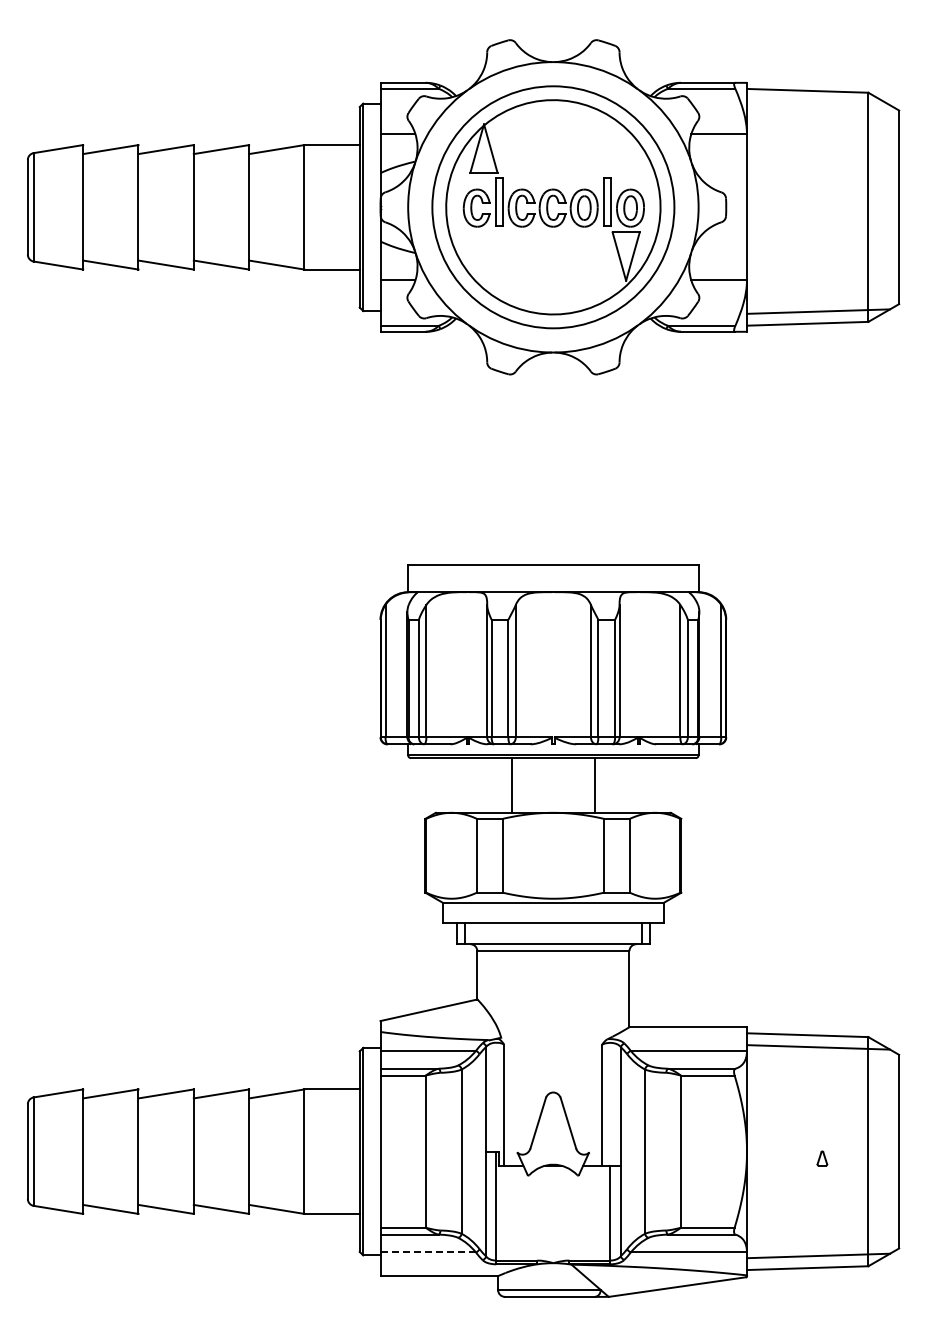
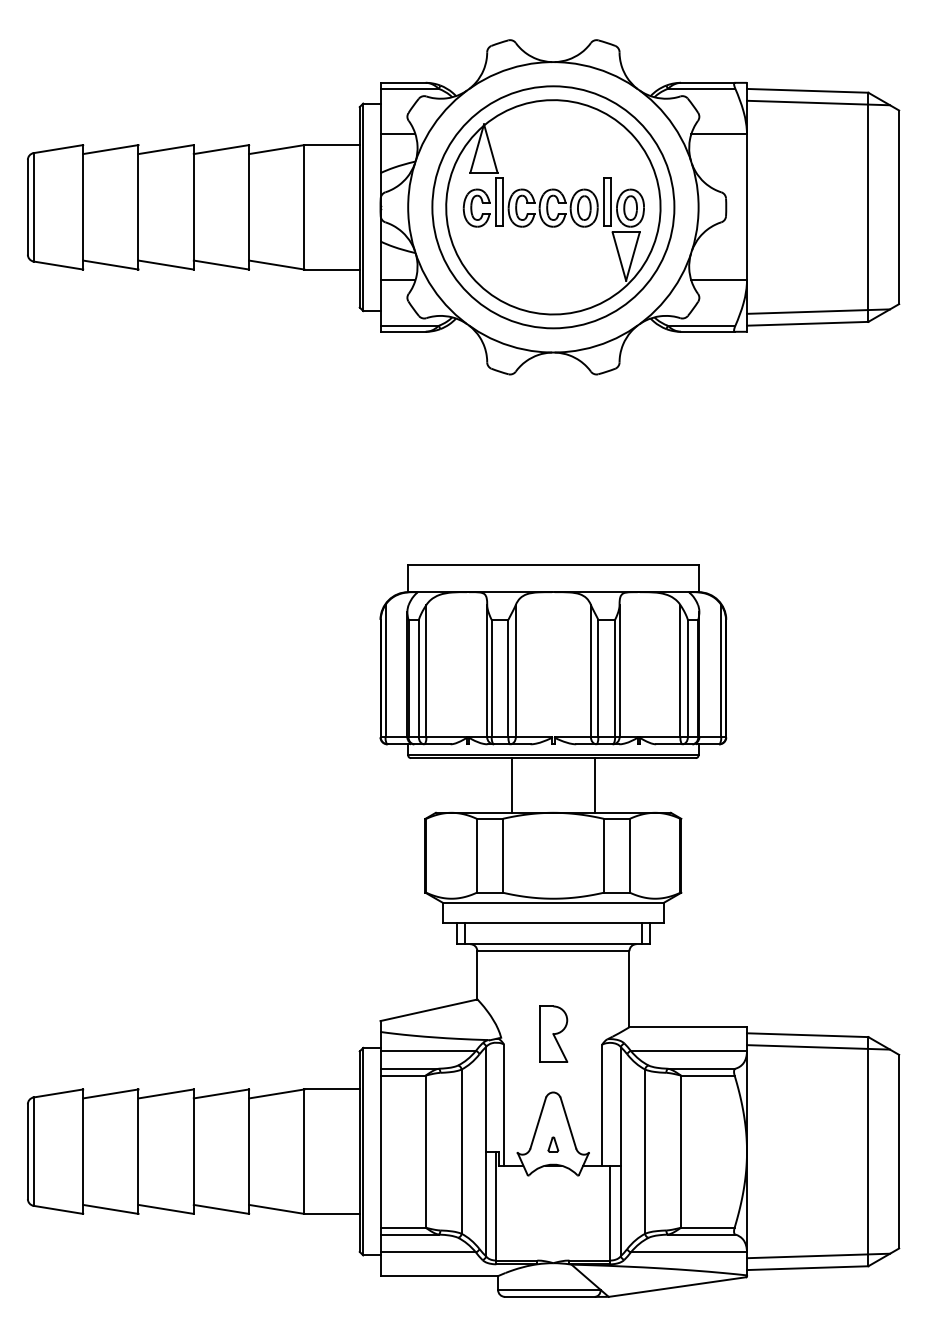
line at (818, 102): none -> present
part at (553, 1033): none -> present
part at (822, 1158) position: (822, 1158) -> (553, 1144)
line at (428, 1252): dashed -> solid
